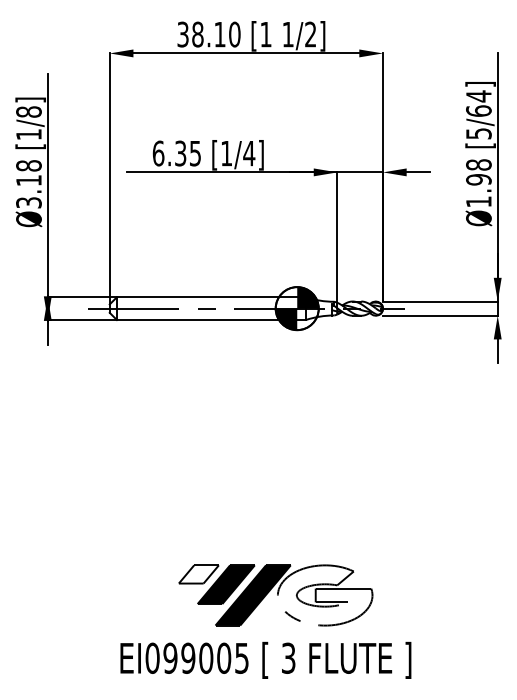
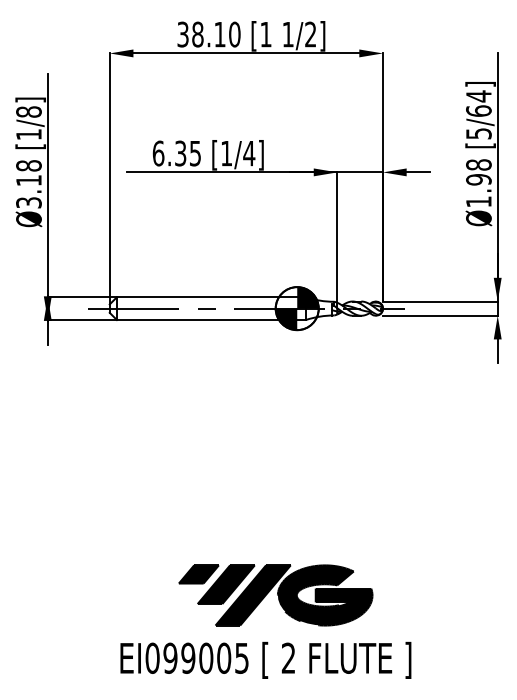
fill at (198, 574): none -> present
fill at (324, 595): none -> present
text at (288, 657): 3 -> 2
